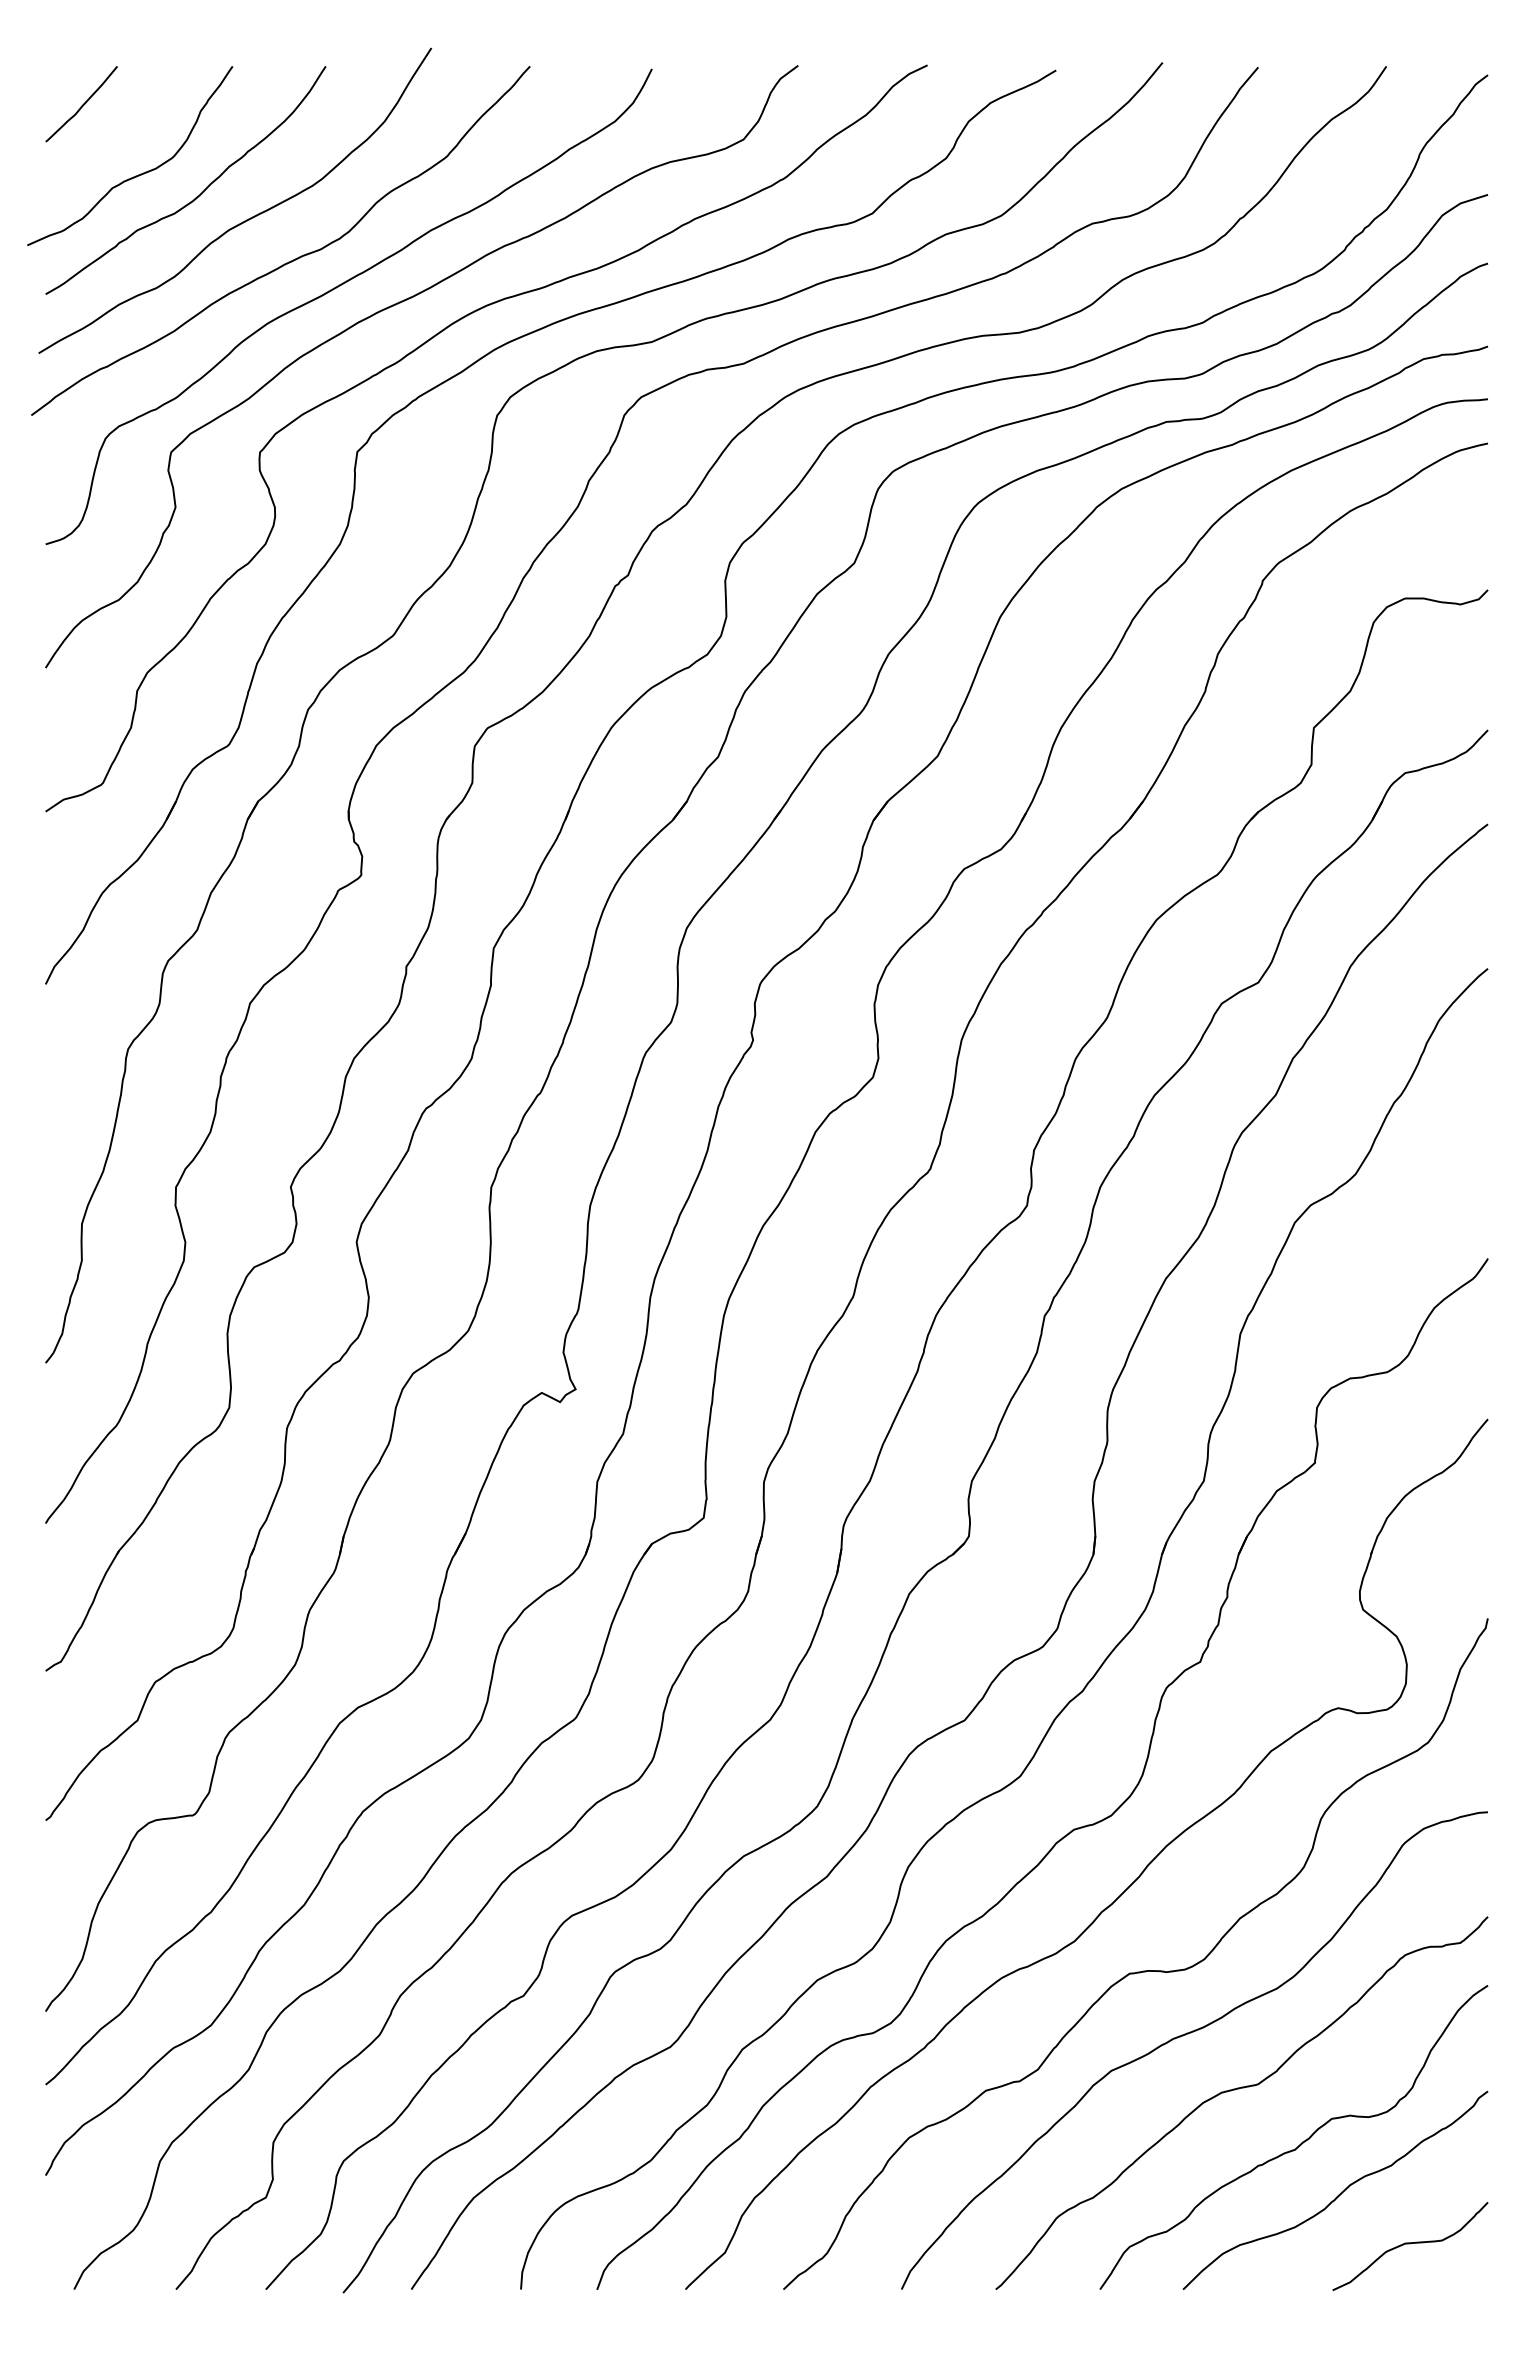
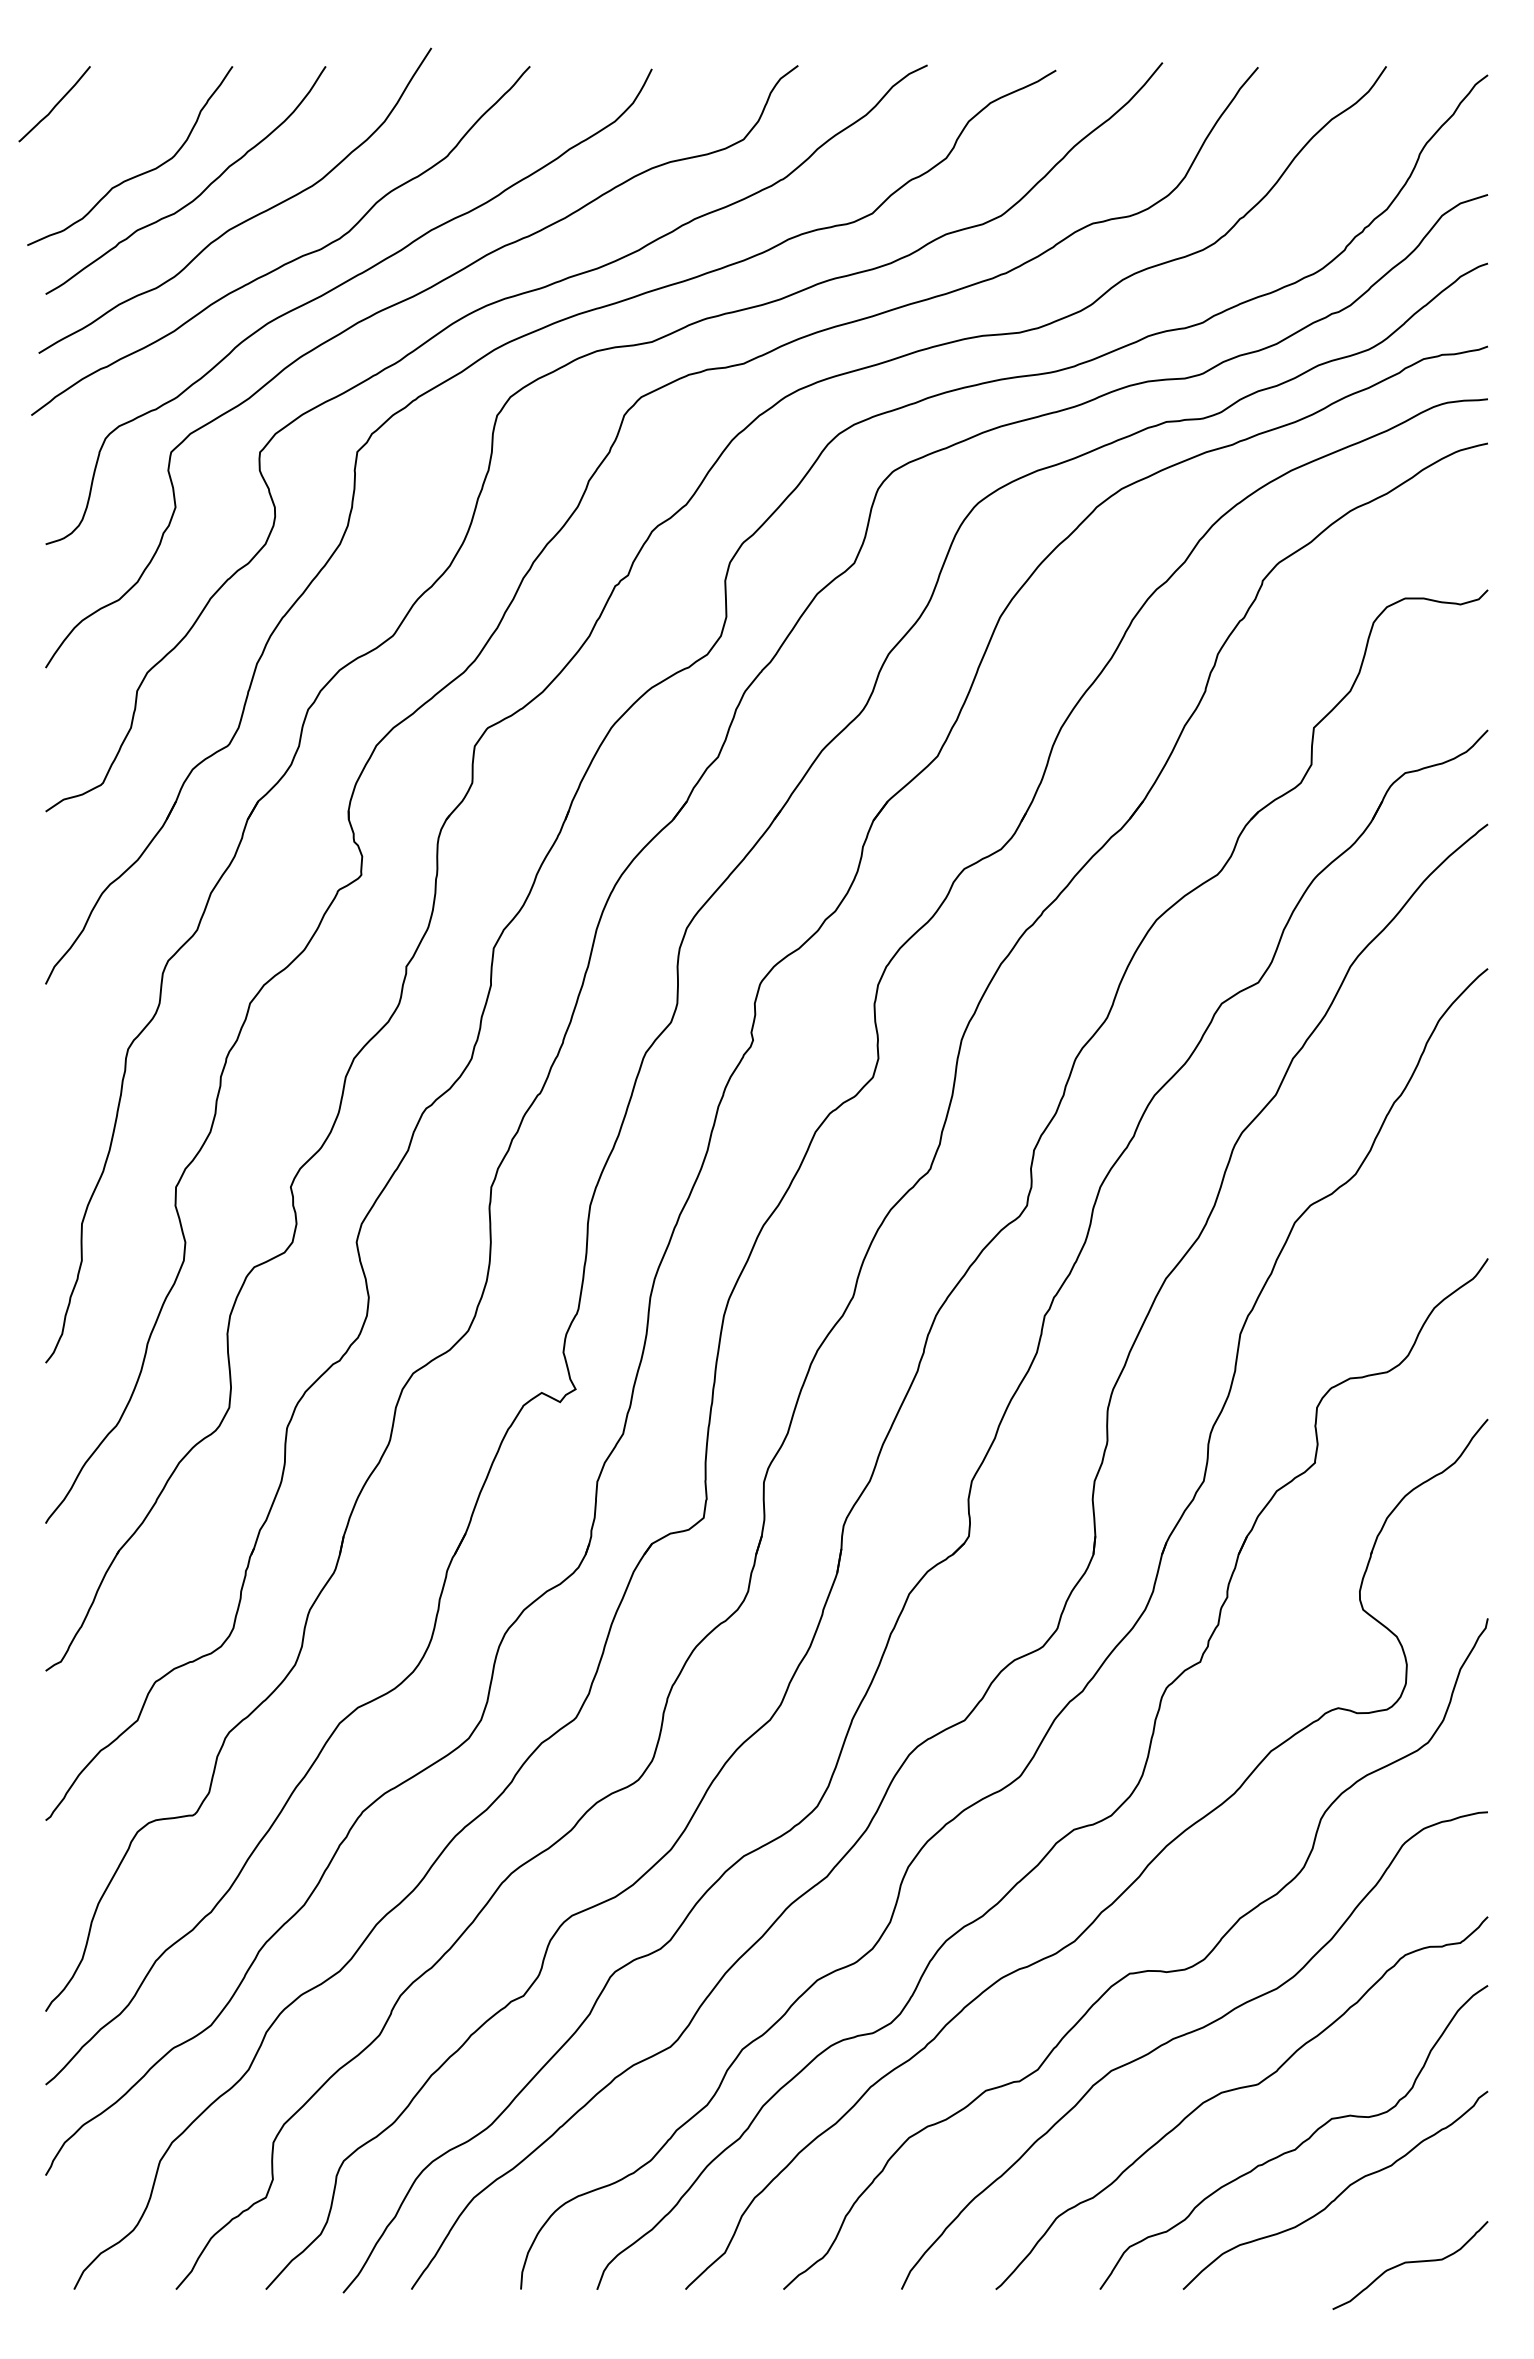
curve at (82, 104) position: (82, 104) -> (55, 104)
curve at (1410, 2244) position: (1410, 2244) -> (1410, 2263)
